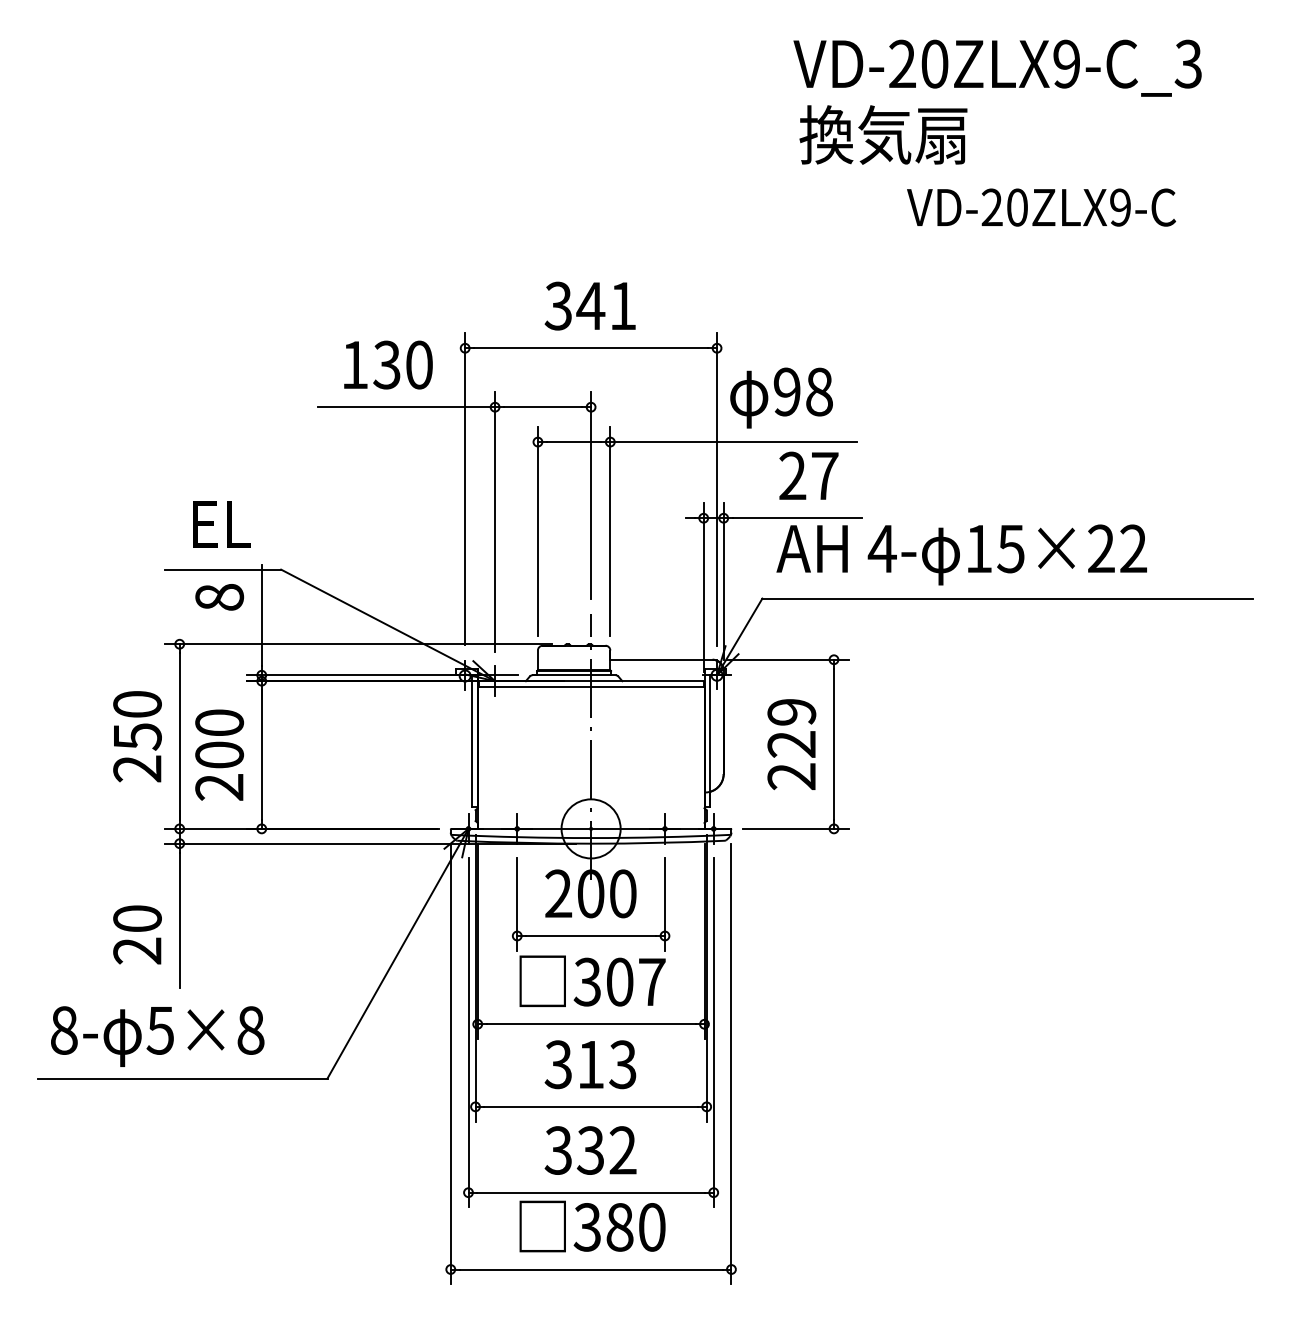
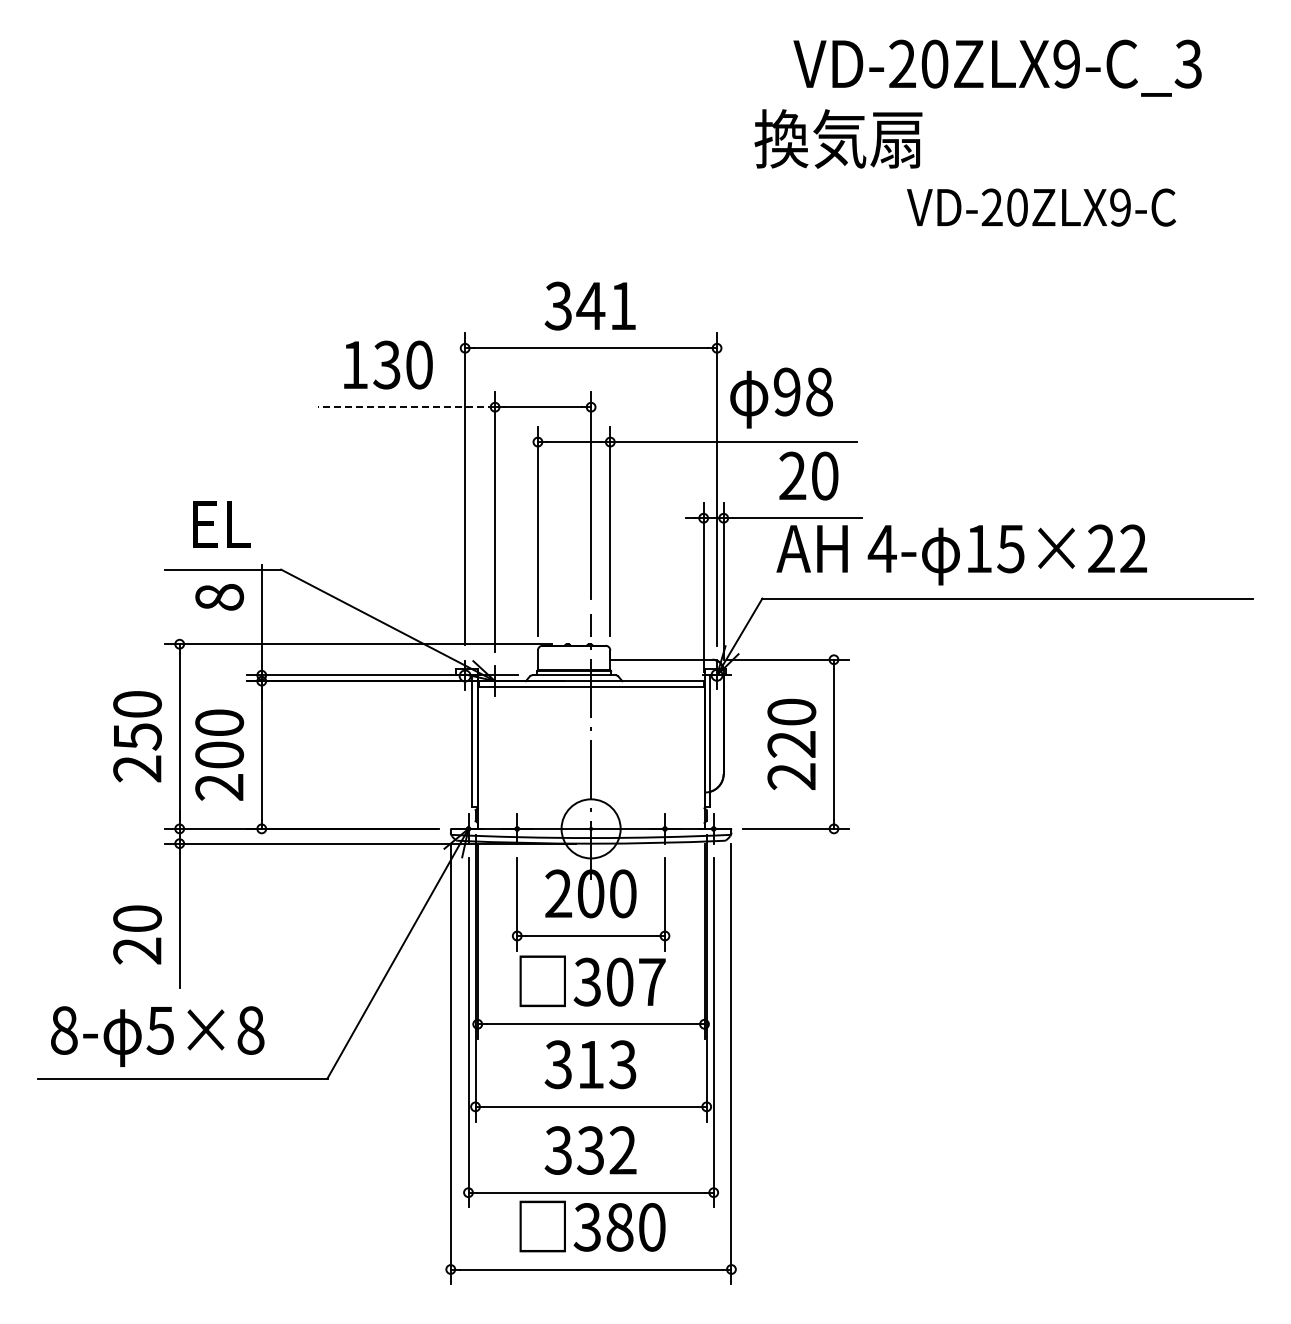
text at (883, 134) position: (883, 134) -> (838, 138)
line at (406, 407): solid -> dashed
text at (825, 475): 27 -> 20
text at (791, 711): 229 -> 220
